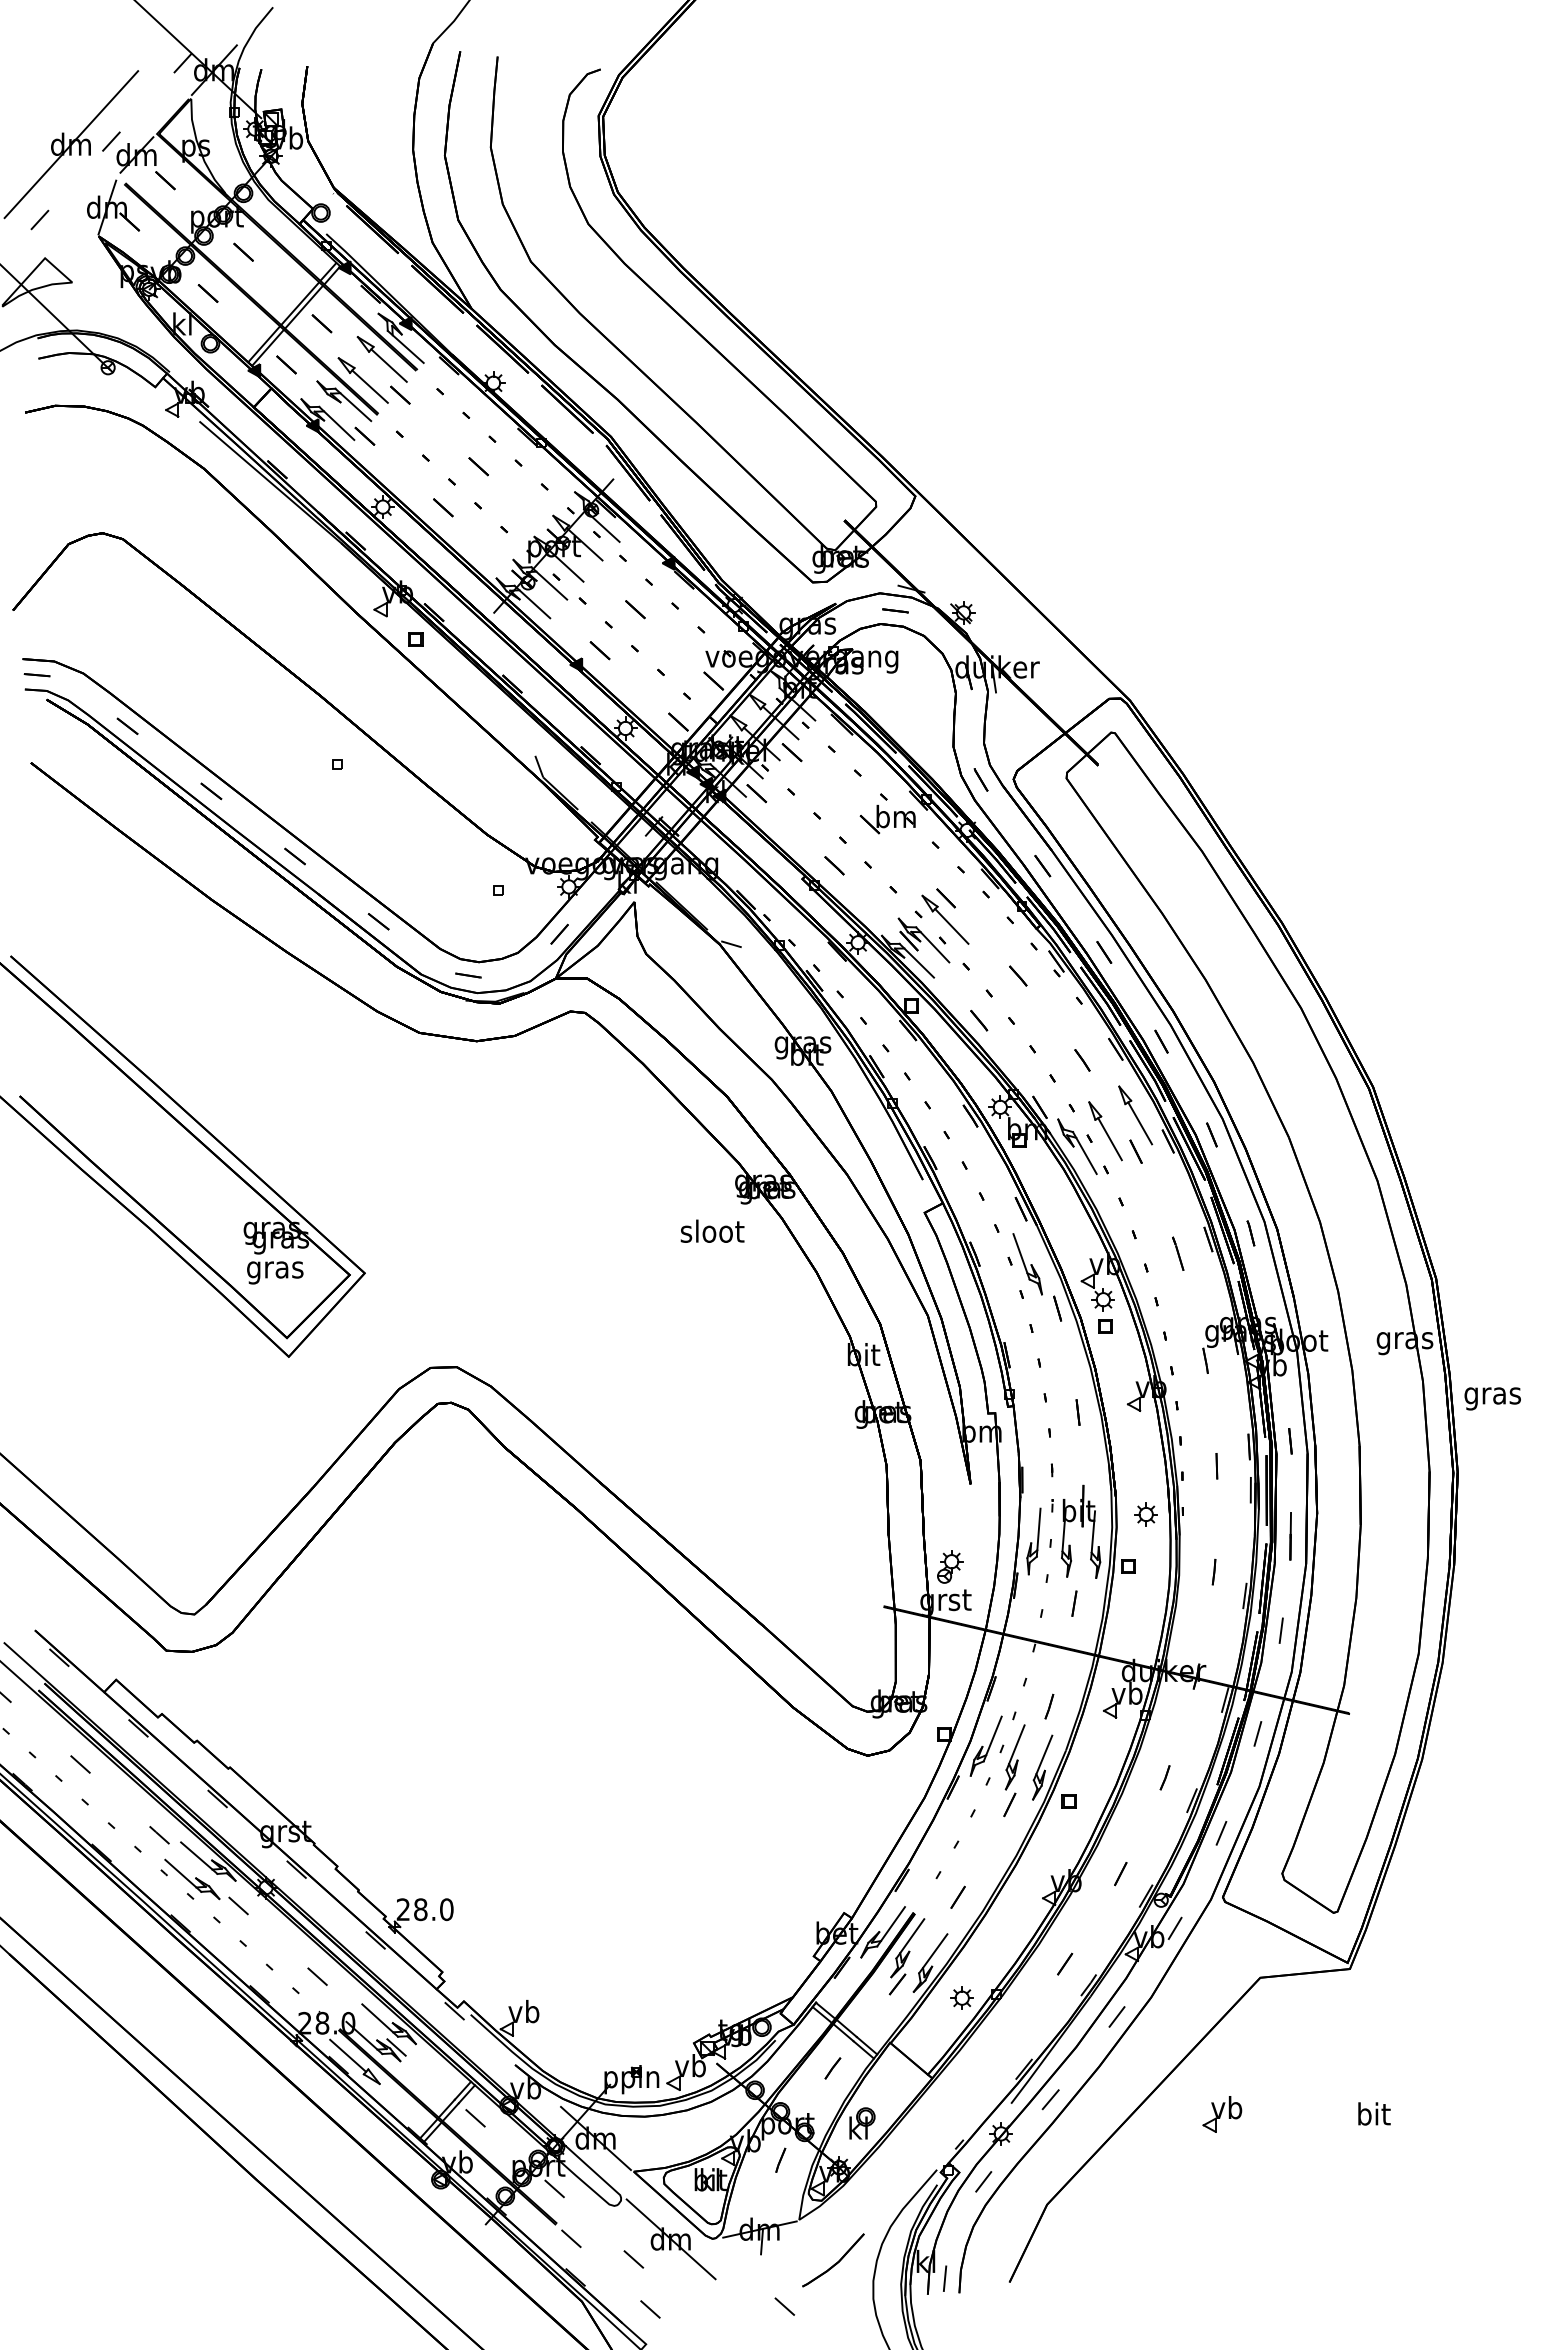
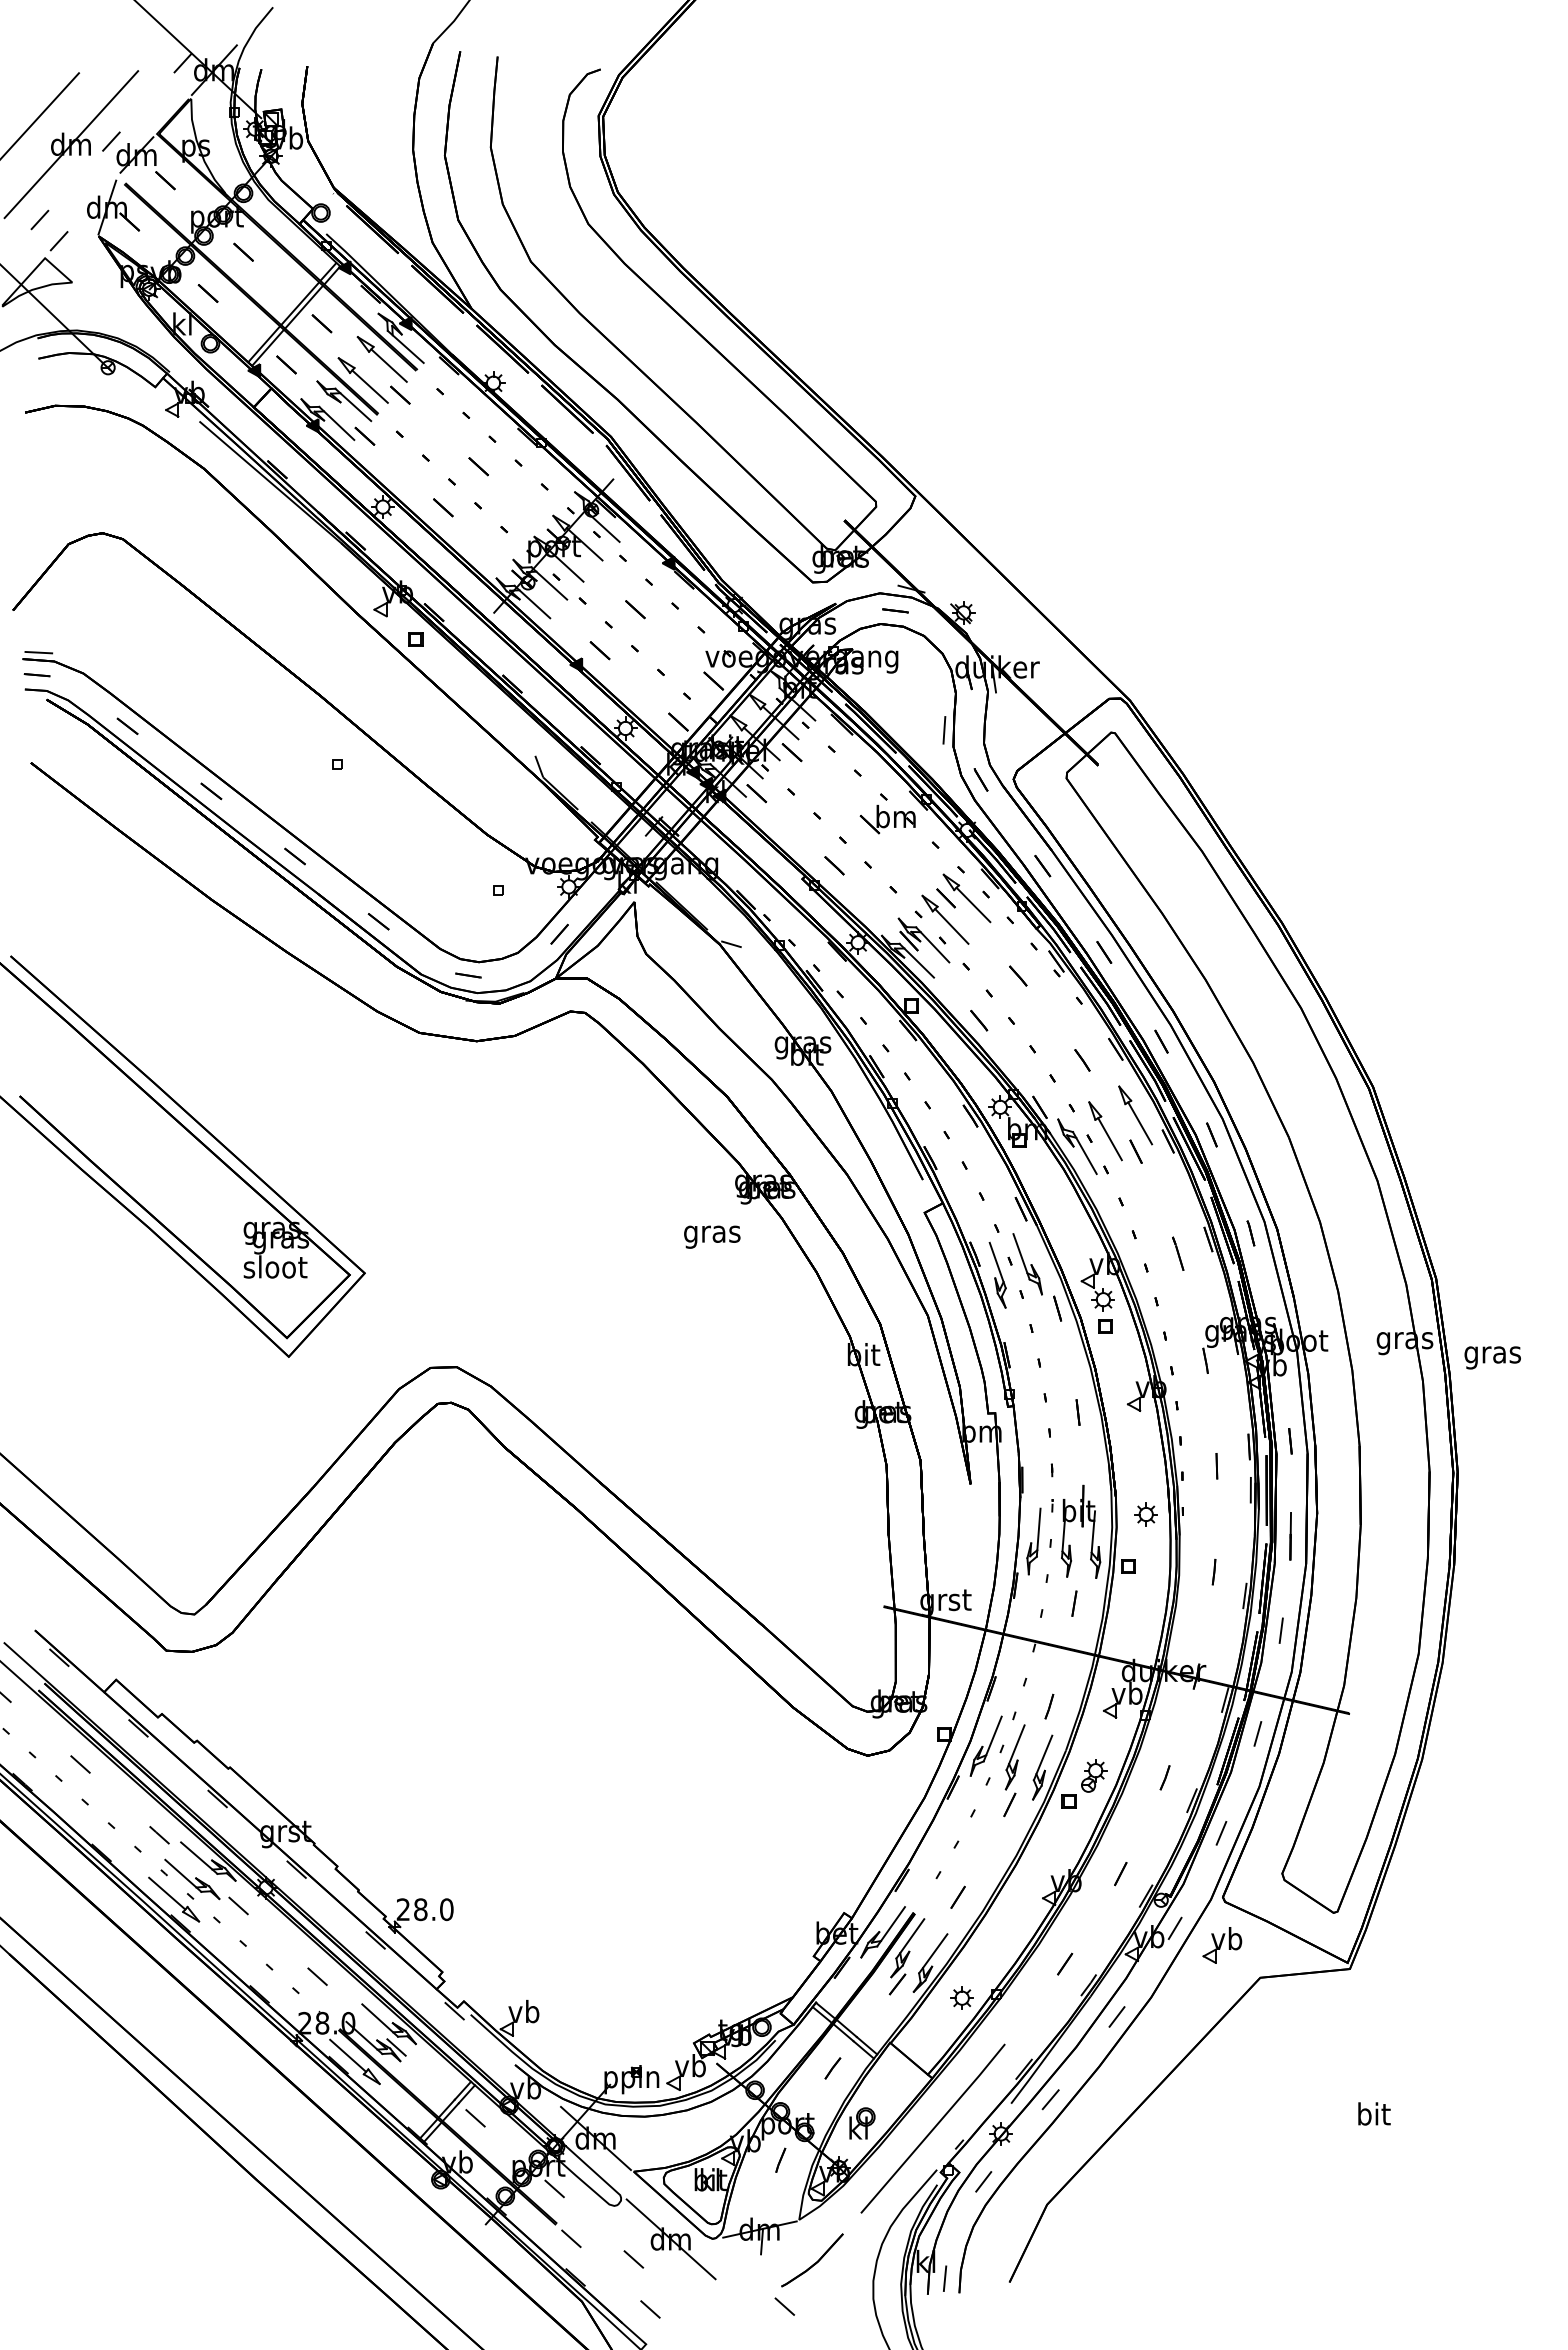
line at (40, 115): none -> present
line at (59, 241): none -> present
line at (38, 652): none -> present
line at (944, 730): none -> present
part at (966, 898): none -> present
text at (712, 1233): sloot -> gras
text at (275, 1269): gras -> sloot
part at (997, 1274): none -> present
text at (1492, 1398) position: (1492, 1398) -> (1492, 1357)
part at (950, 1566) position: (950, 1566) -> (1094, 1775)
part at (174, 1899): none -> present
part at (1222, 2114) position: (1222, 2114) -> (1222, 1945)
line at (932, 2128): none -> present
part at (833, 2260) position: (833, 2260) -> (812, 2260)
